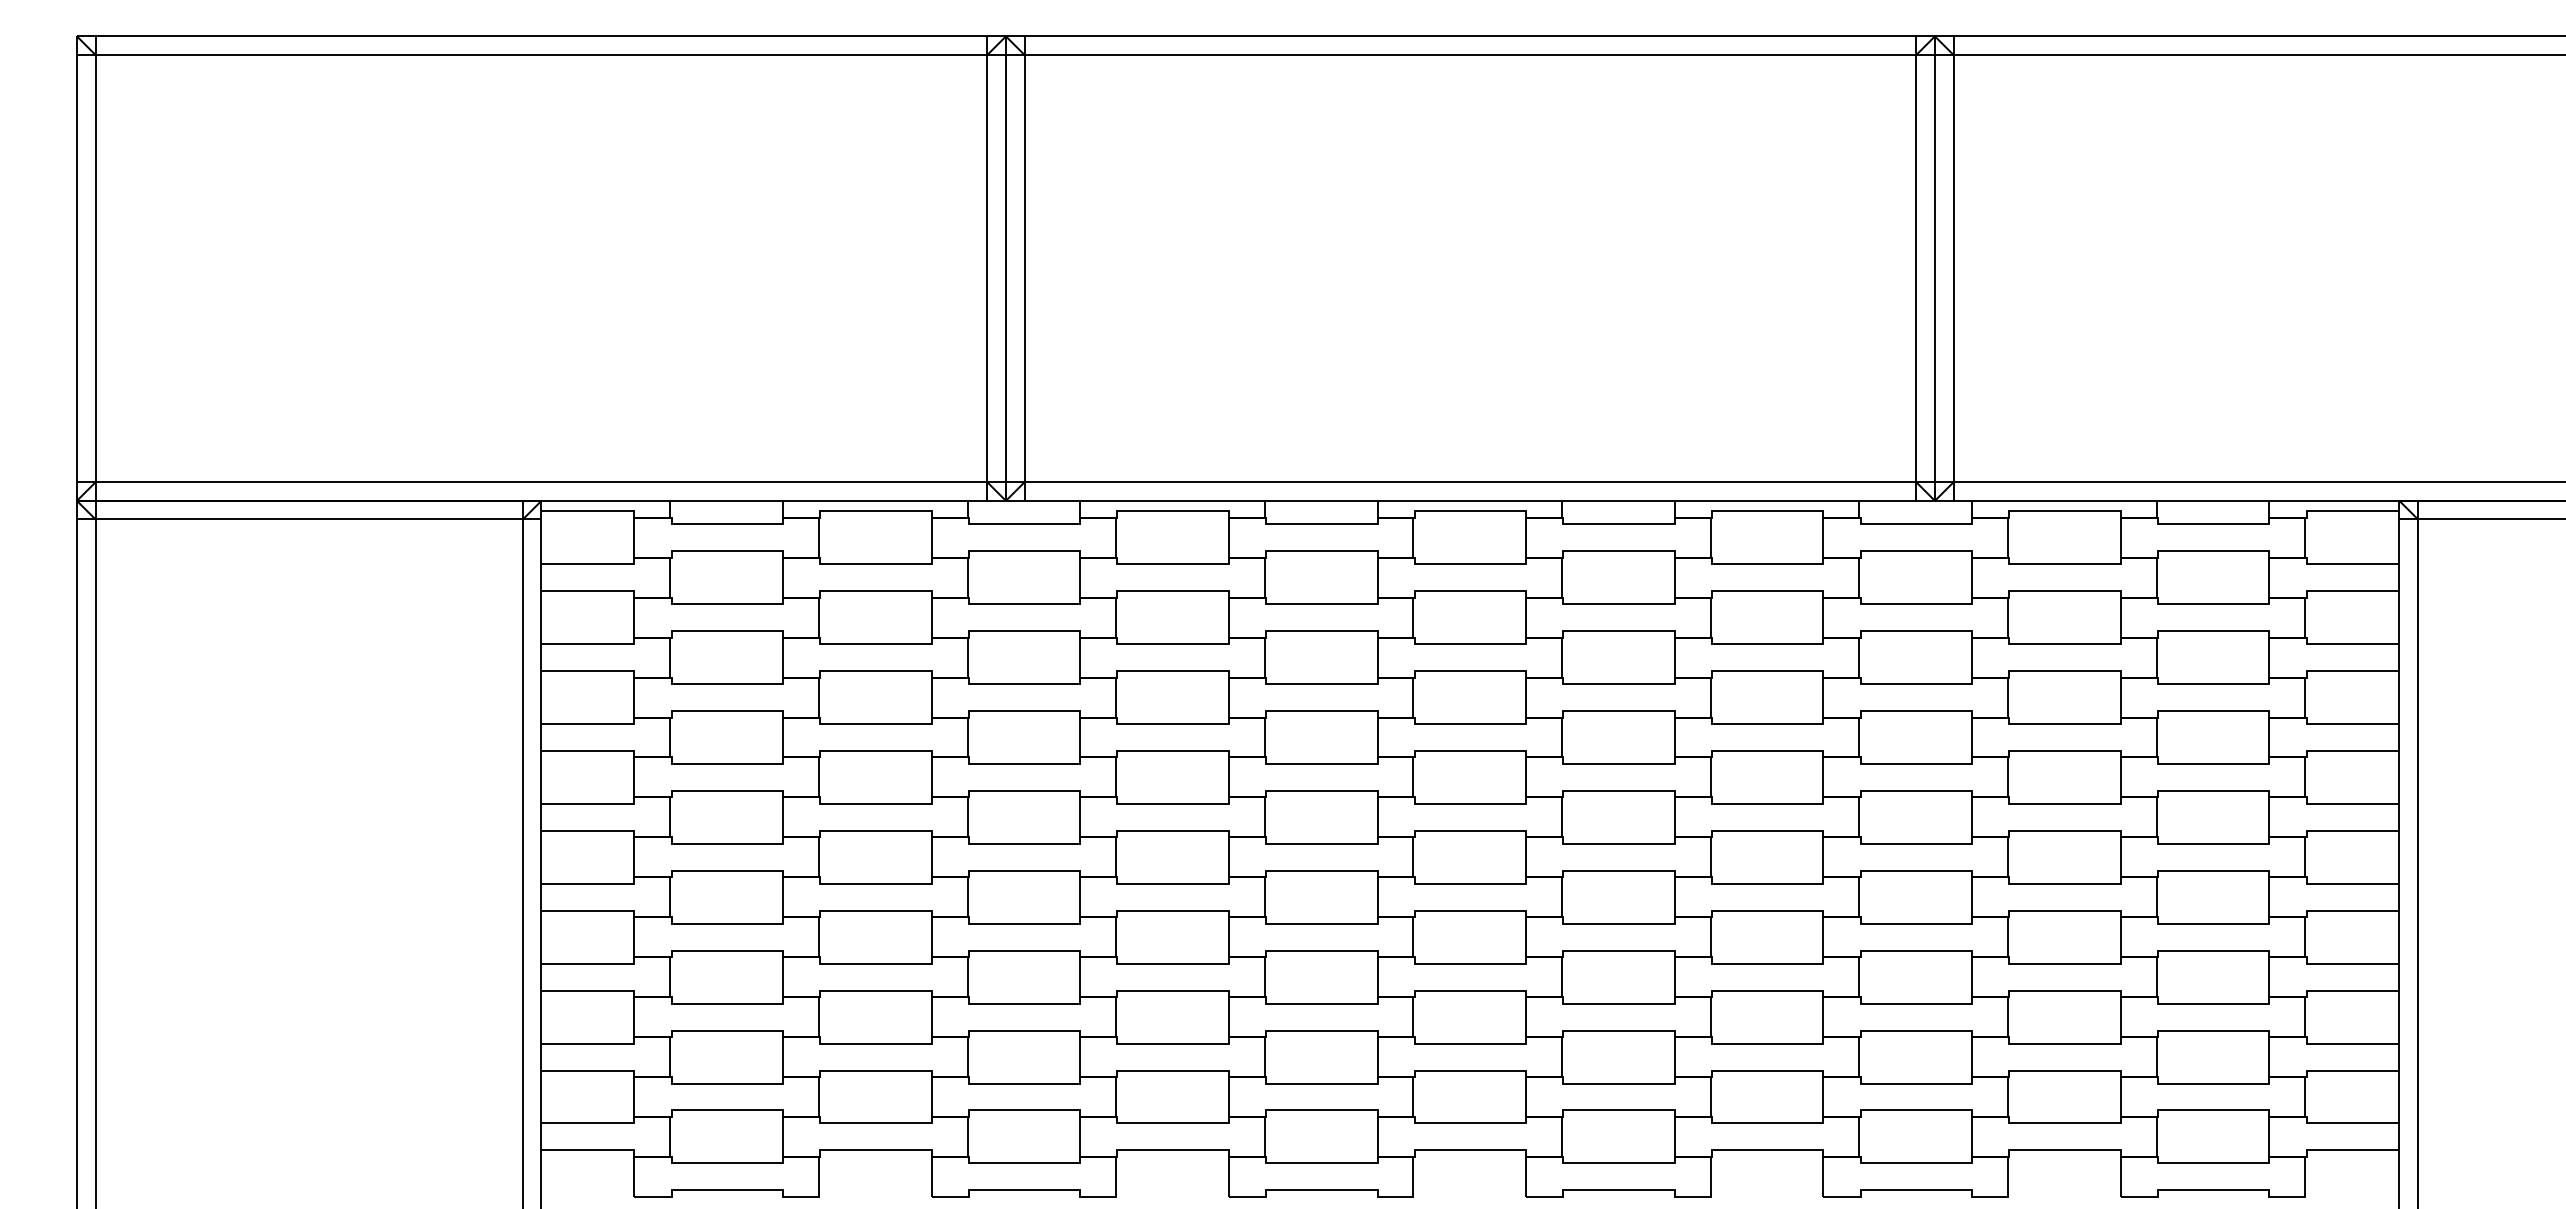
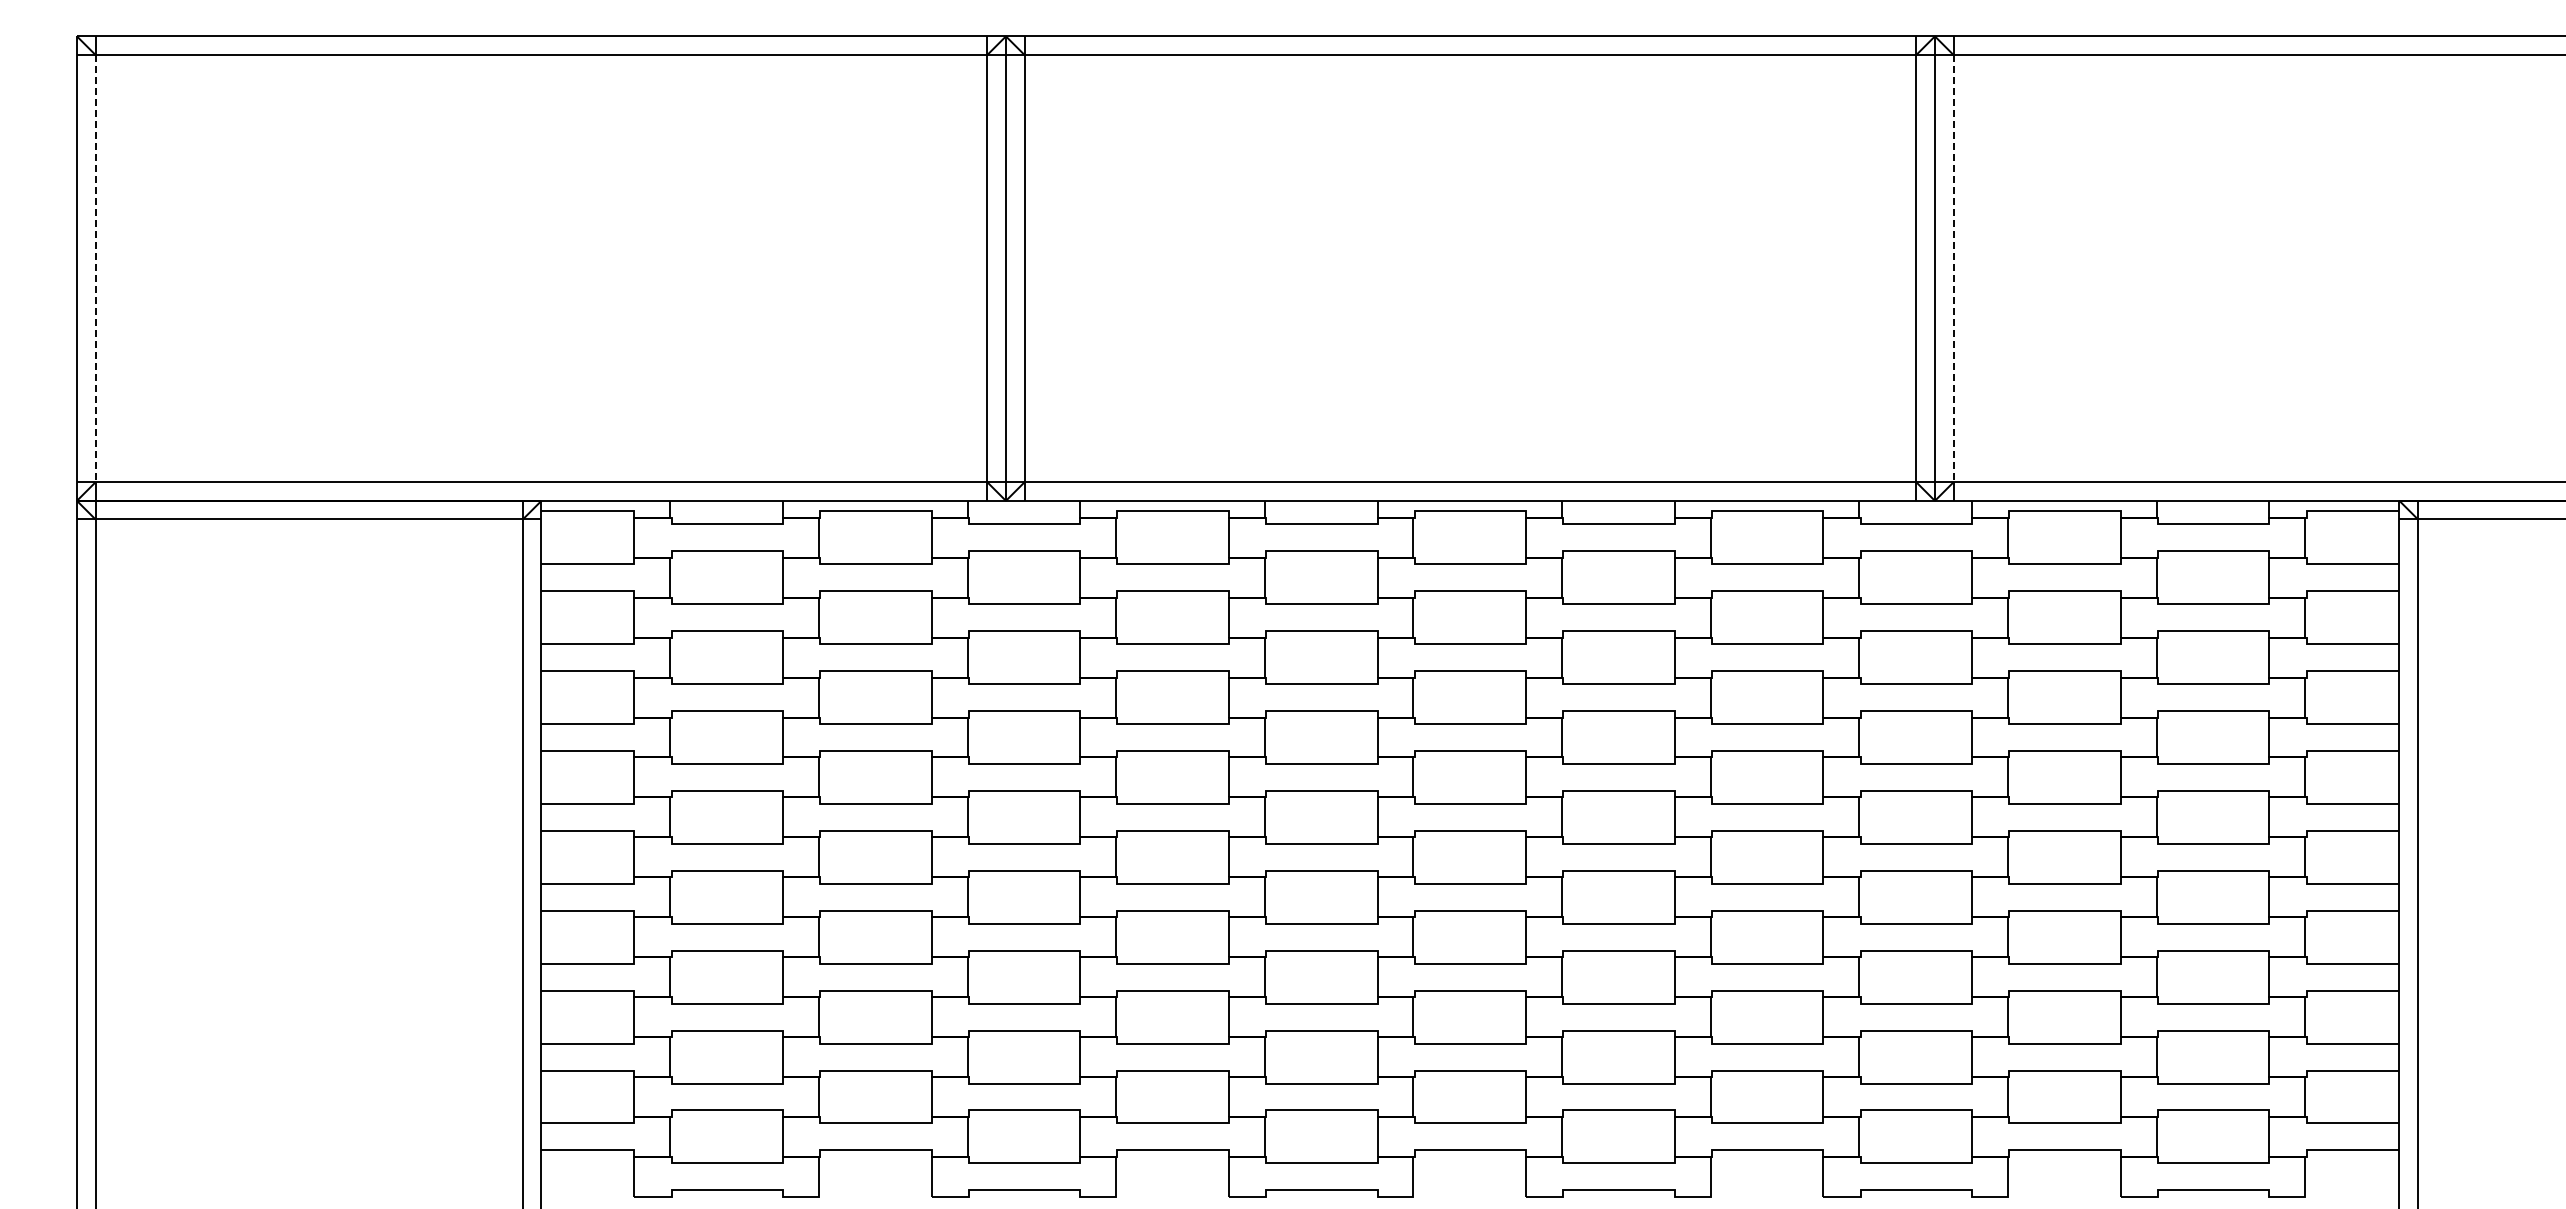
line at (95, 268): solid -> dashed
line at (1953, 268): solid -> dashed
